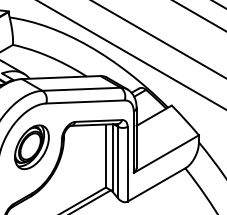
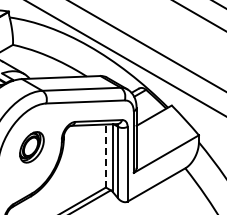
line at (158, 39) position: (158, 39) -> (146, 46)
line at (131, 55) position: (131, 55) -> (125, 58)
part at (31, 147) size: 36x47 px -> 26x33 px
line at (105, 156): solid -> dashed
